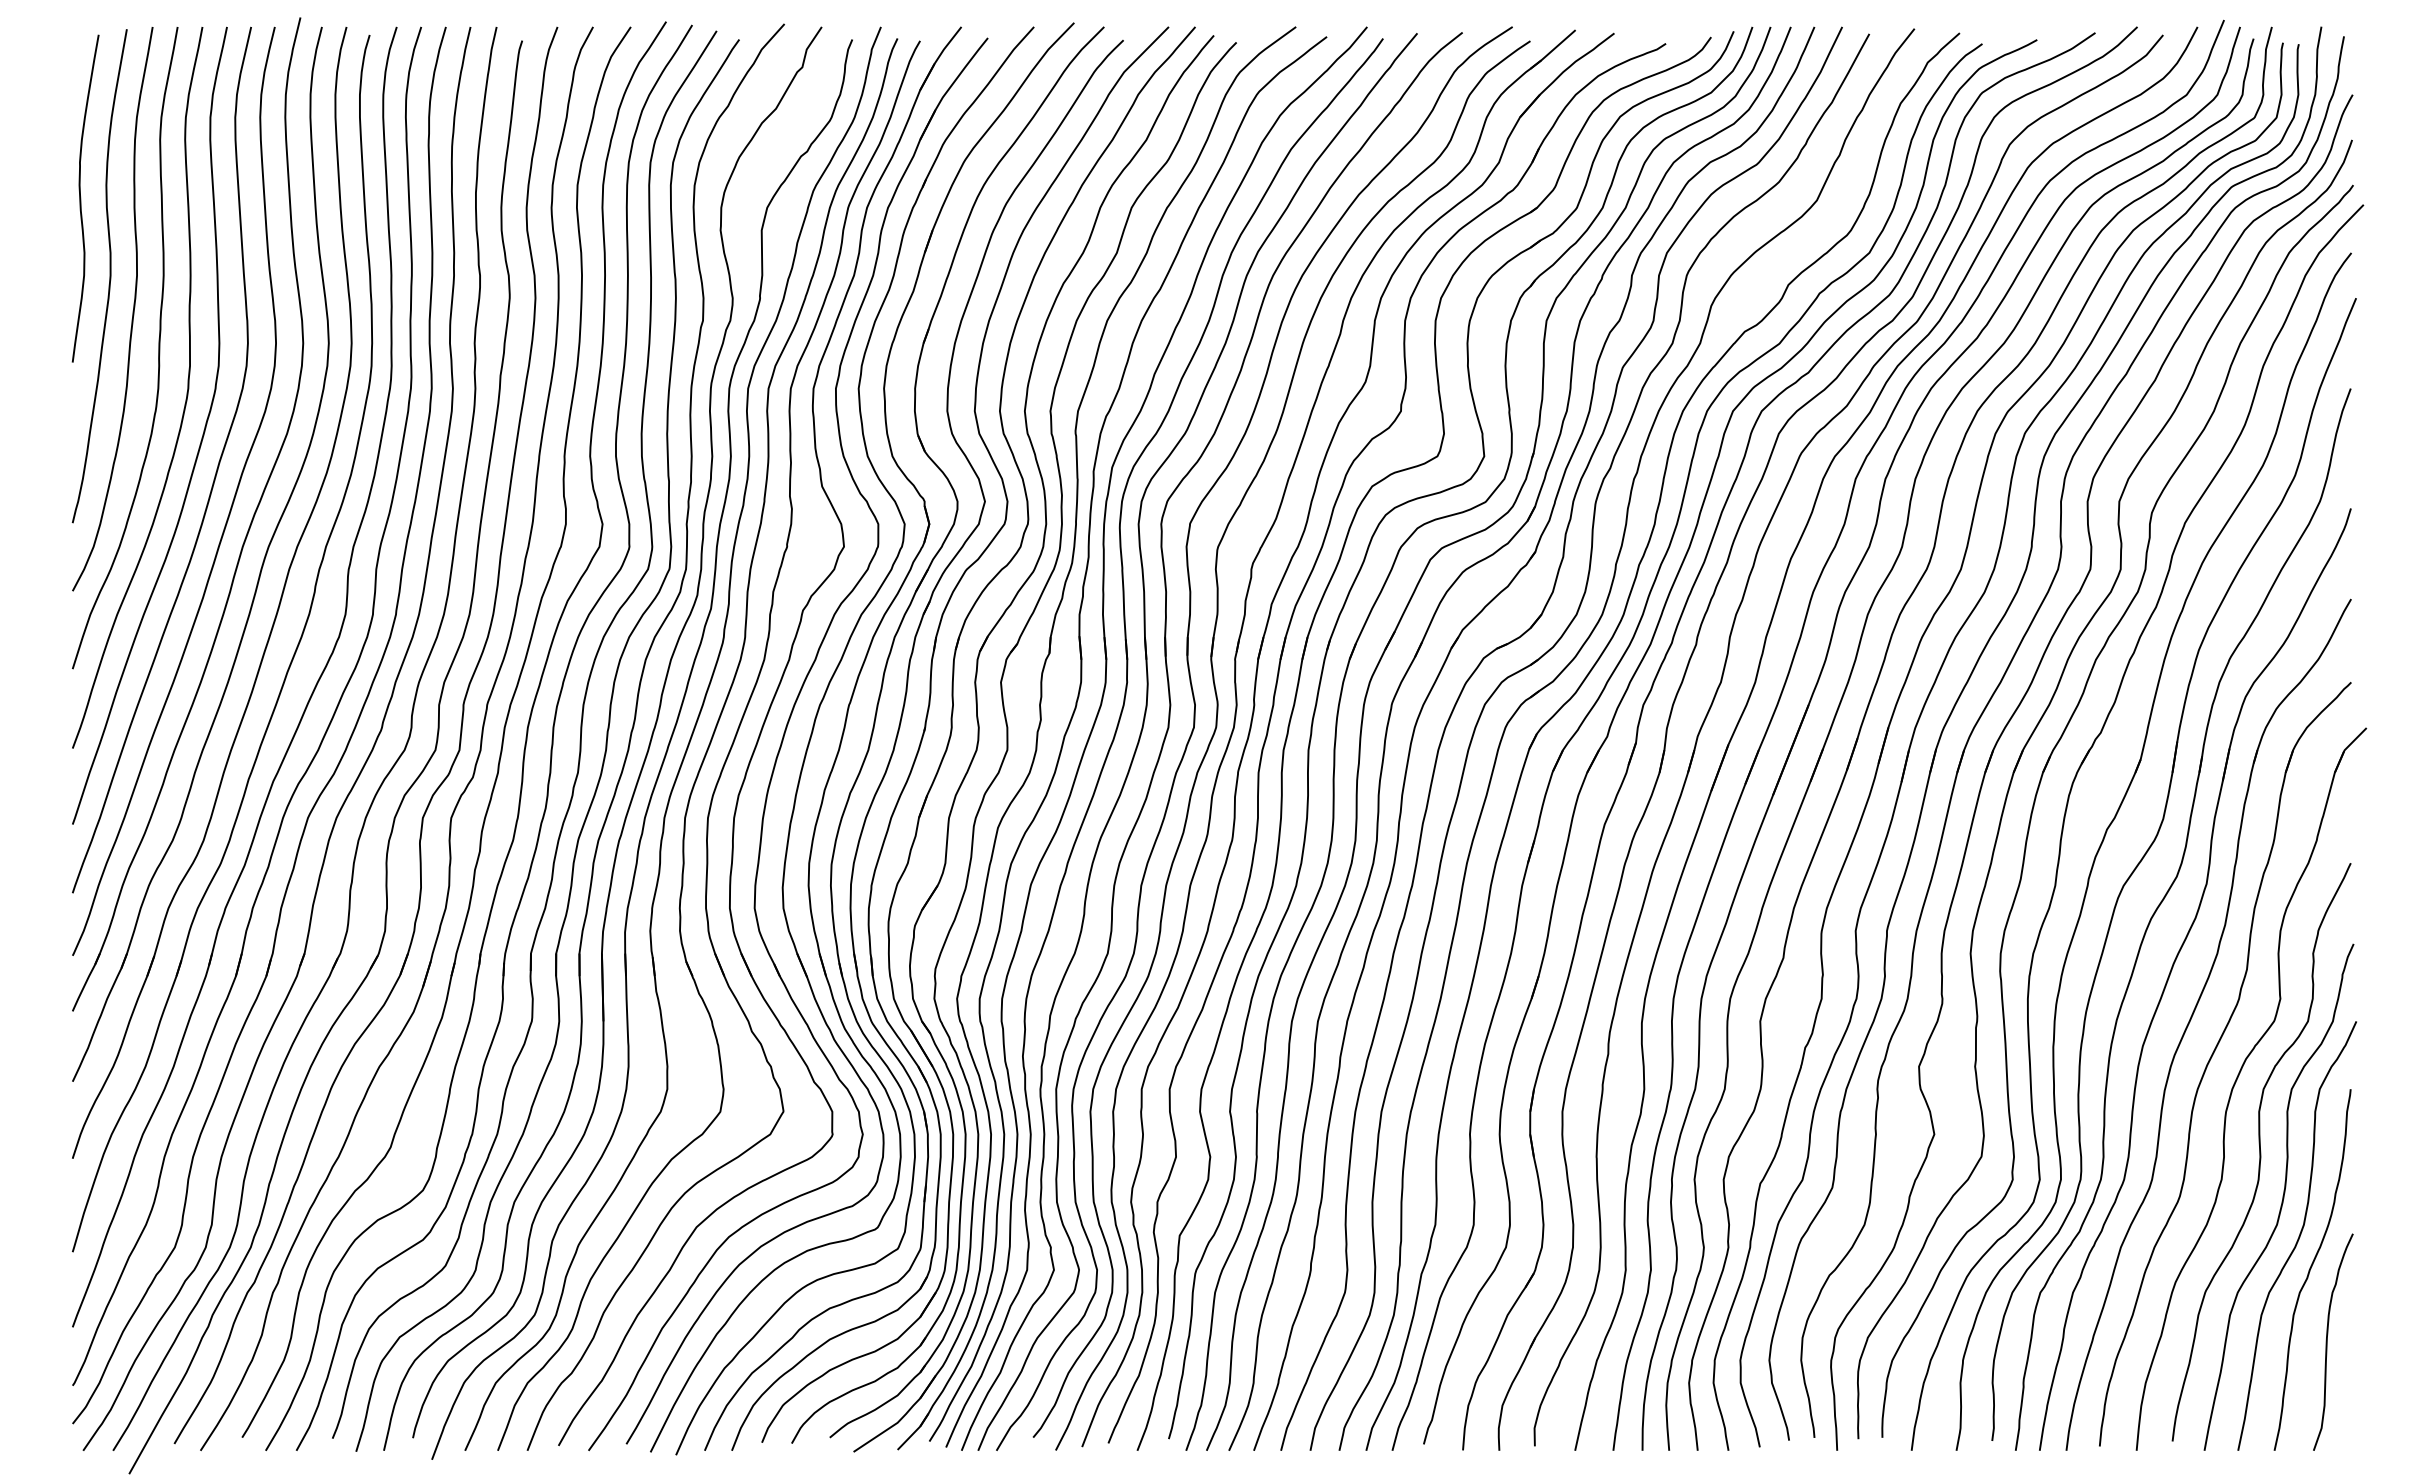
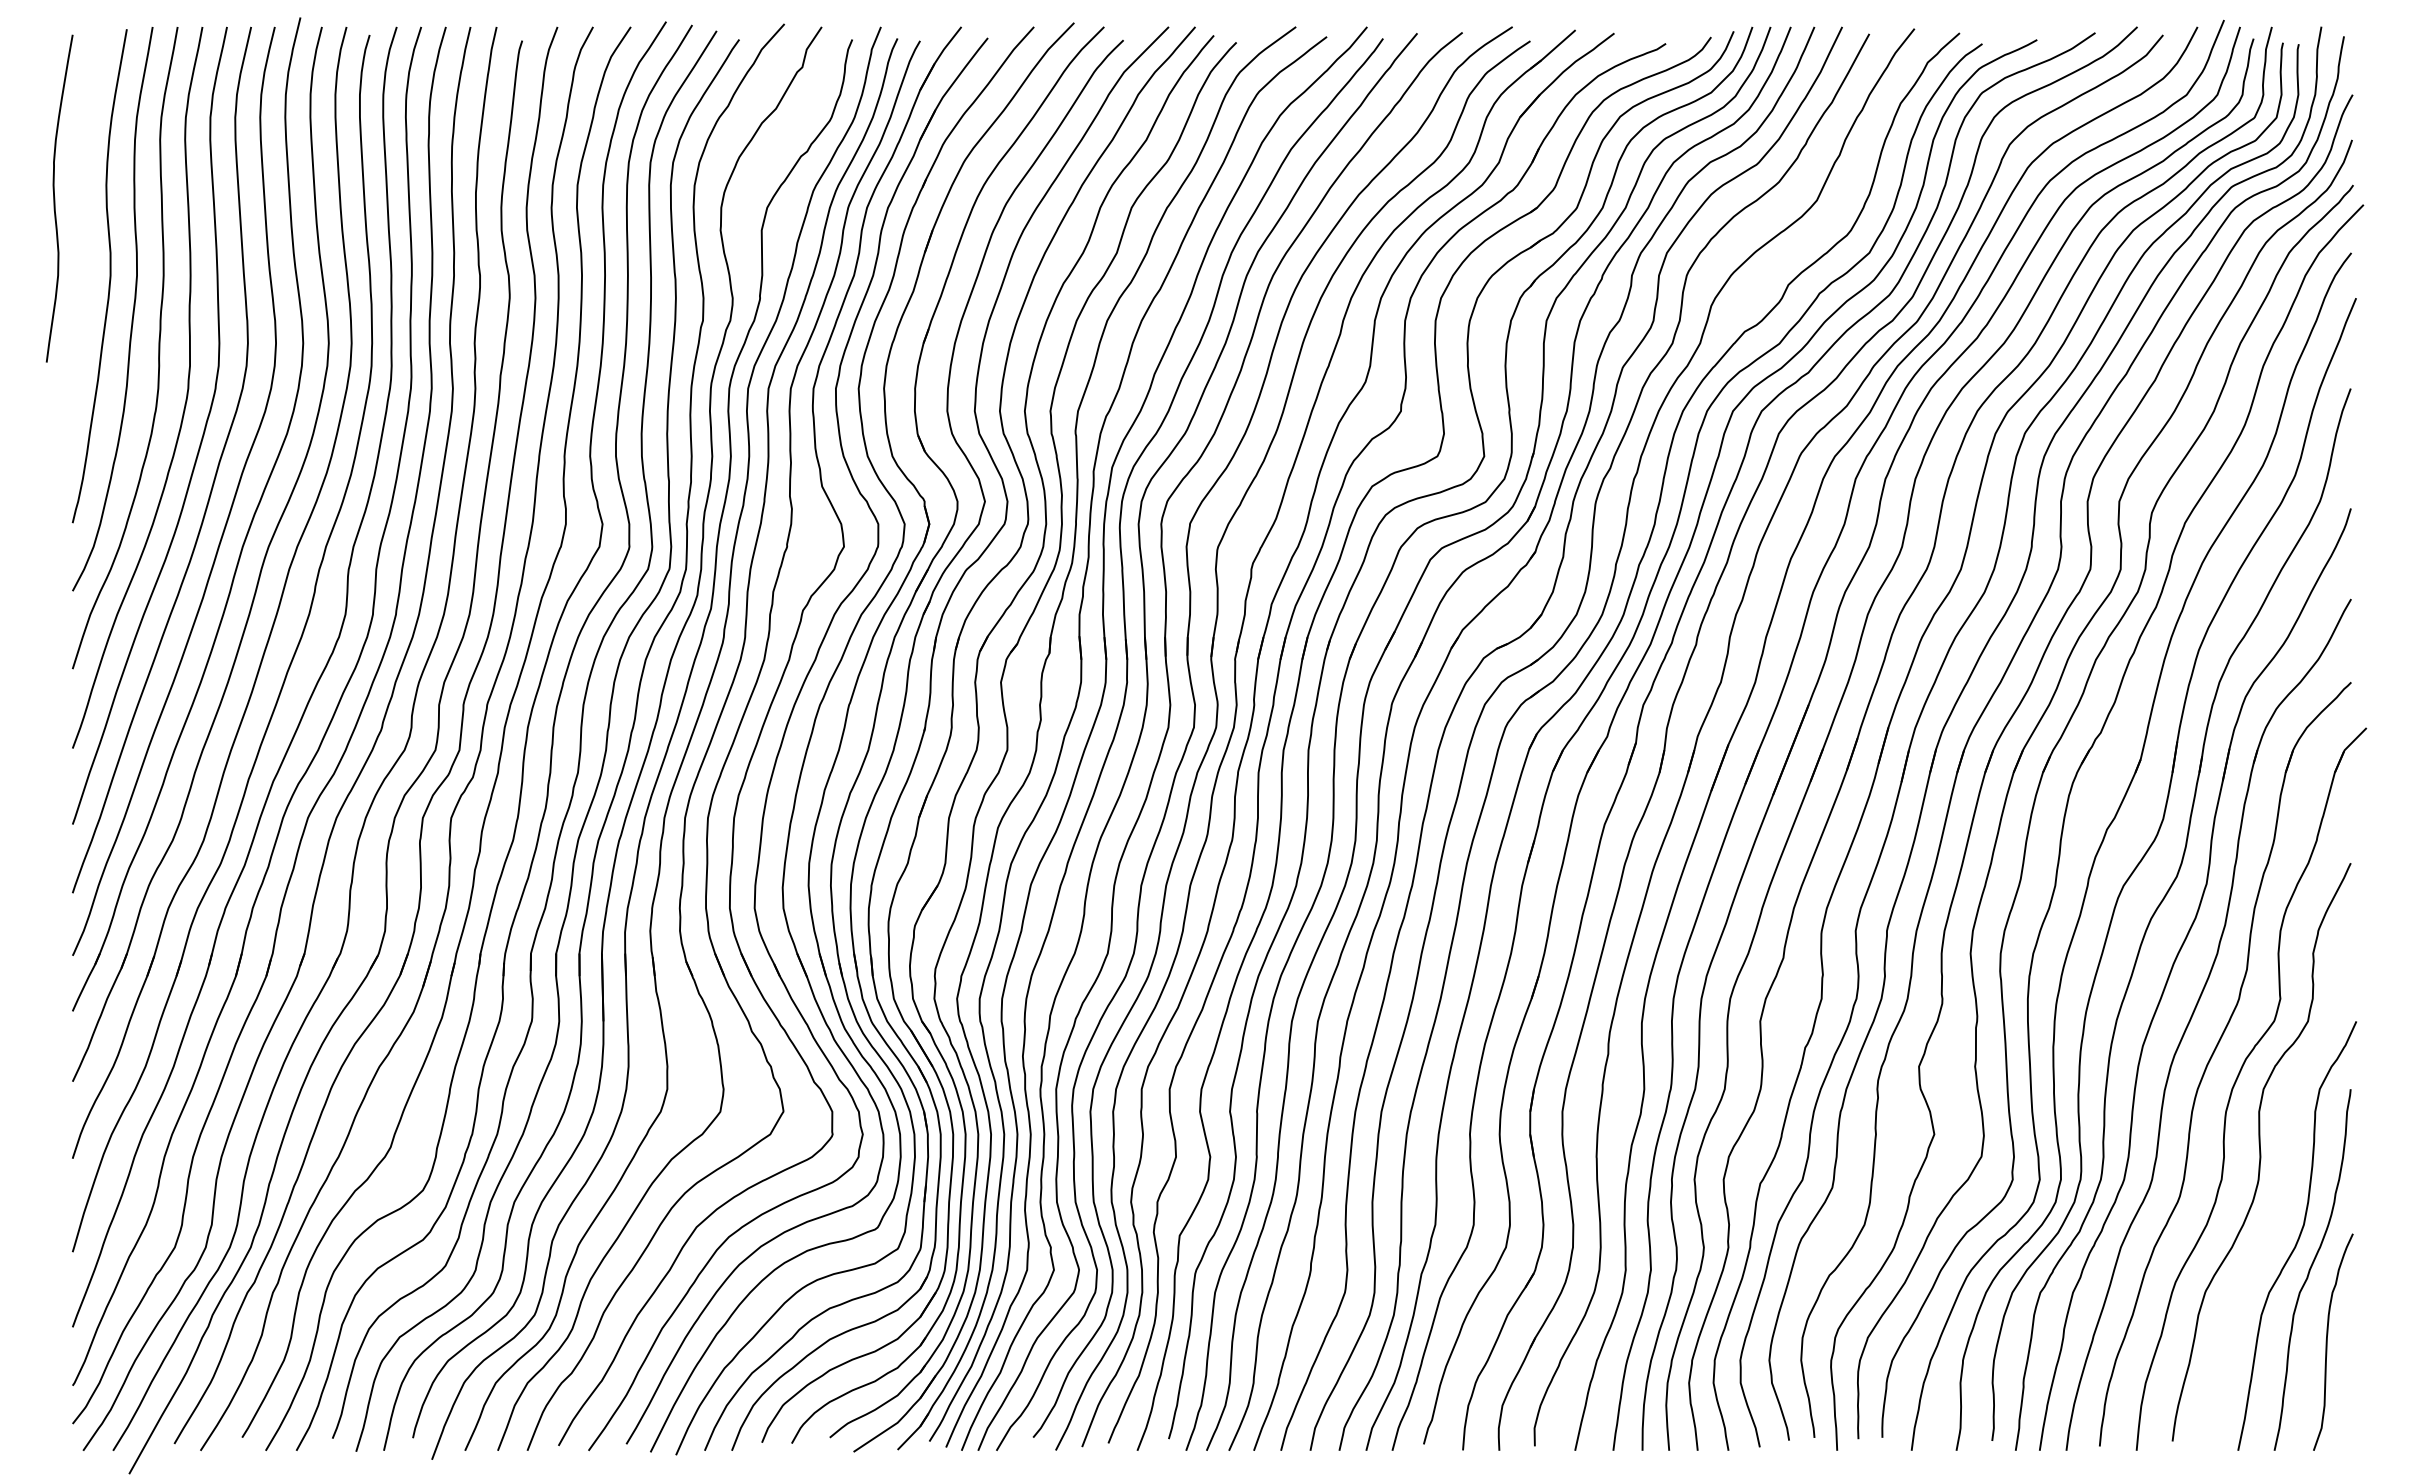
curve at (81, 198) position: (81, 198) -> (55, 198)
curve at (2282, 1196): present -> none
